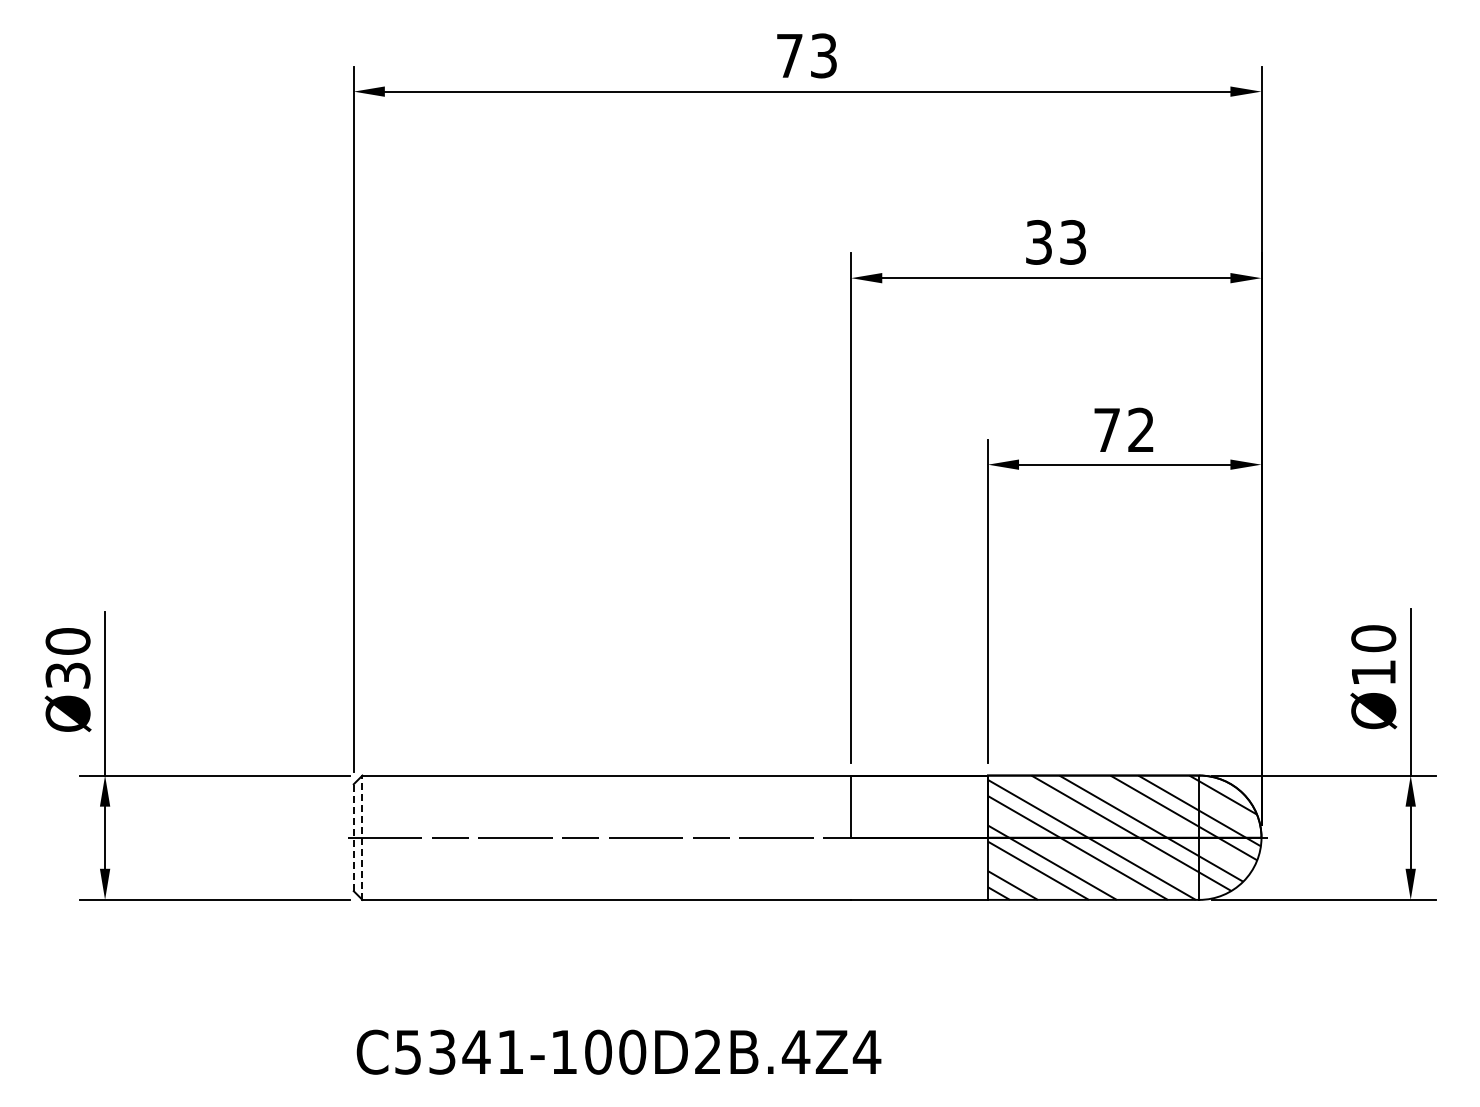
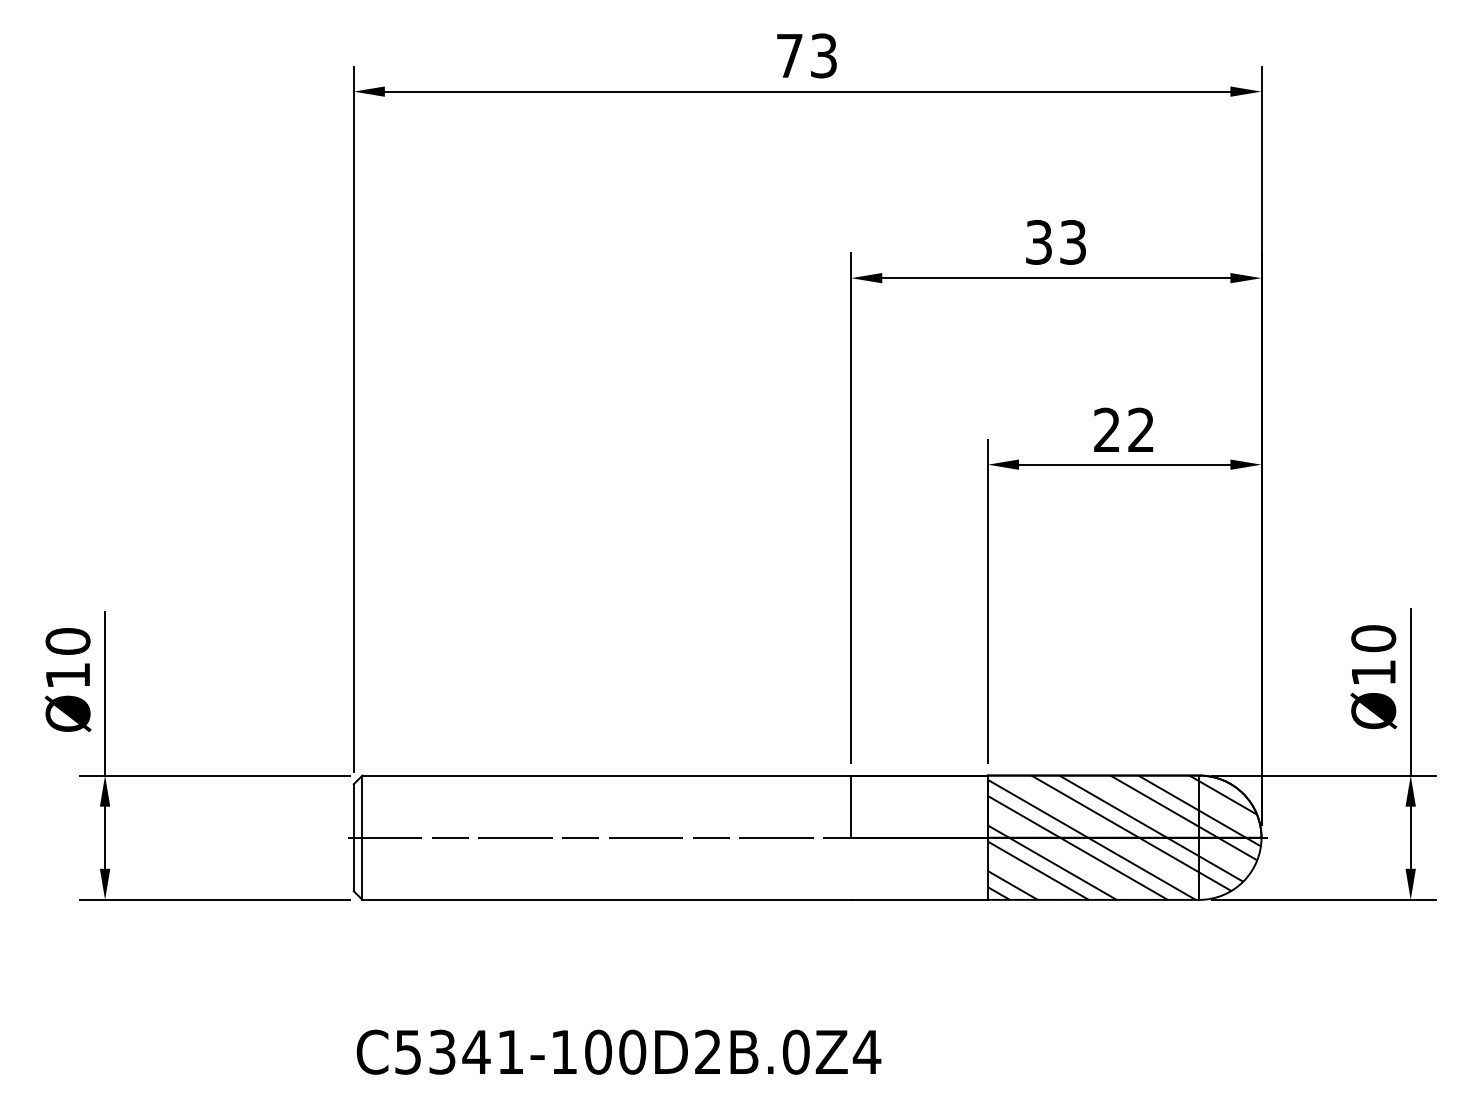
text at (1106, 429): 72 -> 22
text at (67, 675): Ø30 -> Ø10
line at (353, 837): dashed -> solid
line at (362, 837): dashed -> solid
text at (795, 1051): C5341-100D2B.4Z4 -> C5341-100D2B.0Z4
